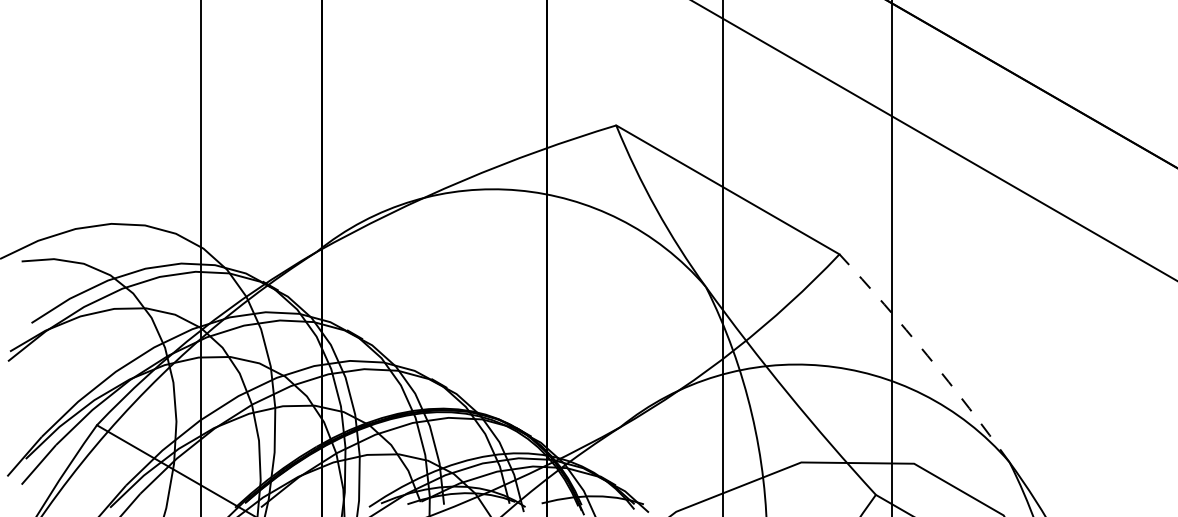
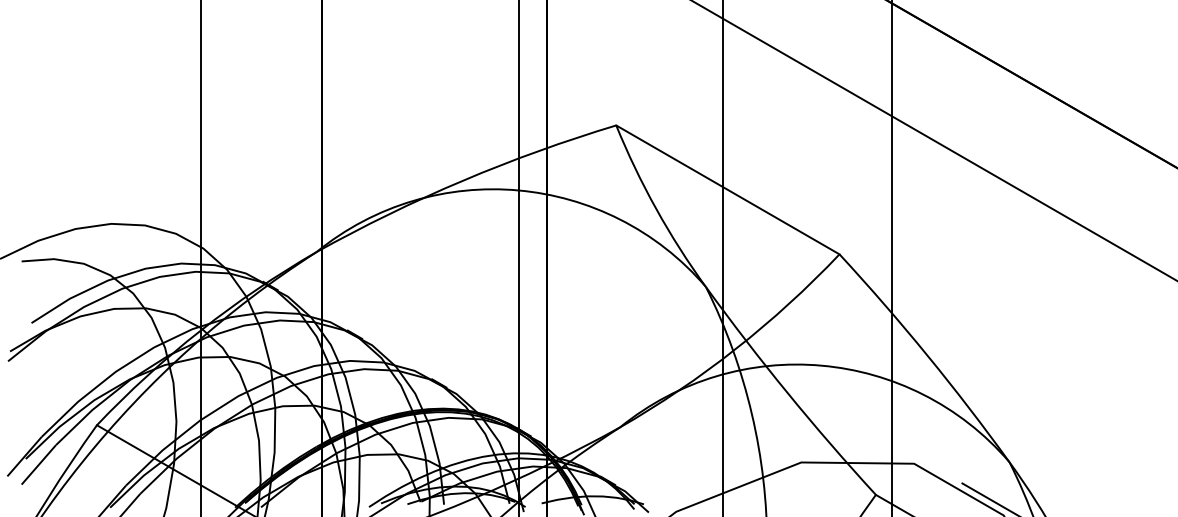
line at (519, 257): none -> present
arc at (927, 355): dashed -> solid
line at (988, 498): none -> present
